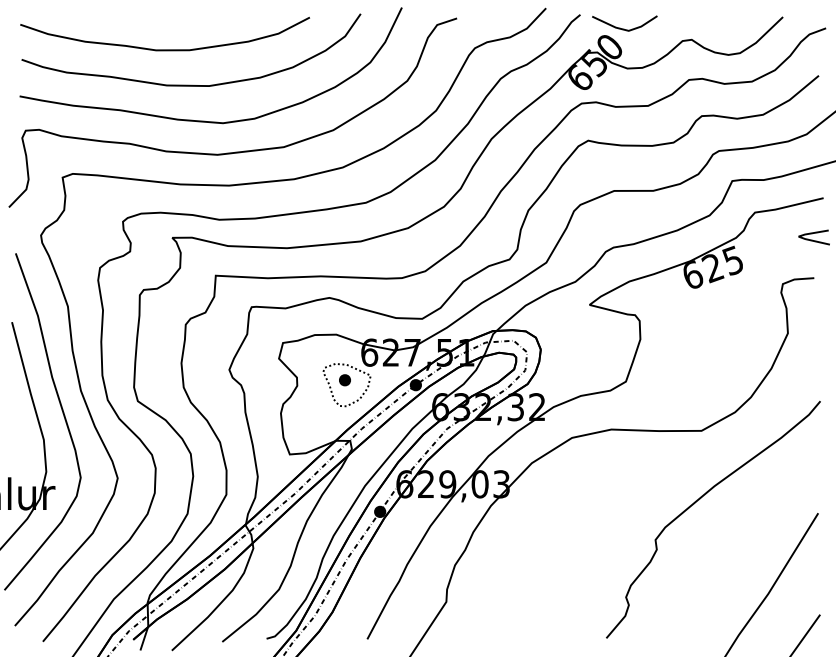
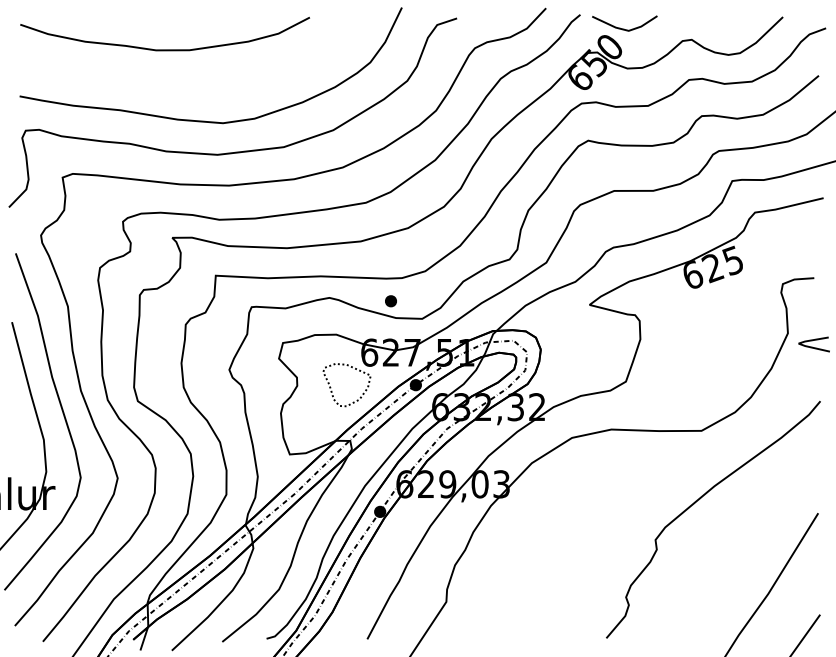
curve at (191, 84): present -> none
line at (812, 239) position: (812, 239) -> (812, 346)
part at (344, 380) position: (344, 380) -> (390, 301)
